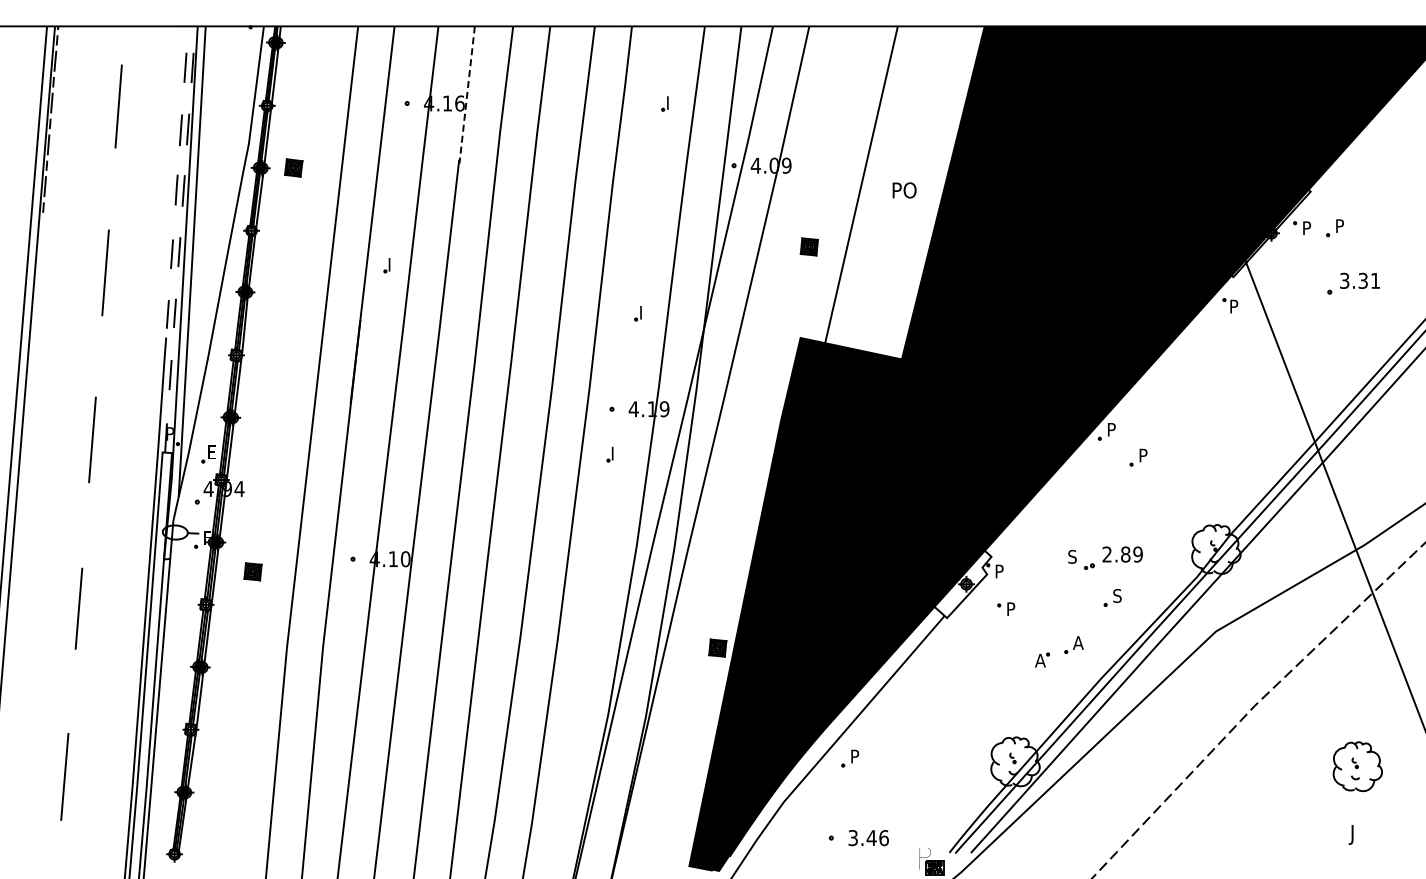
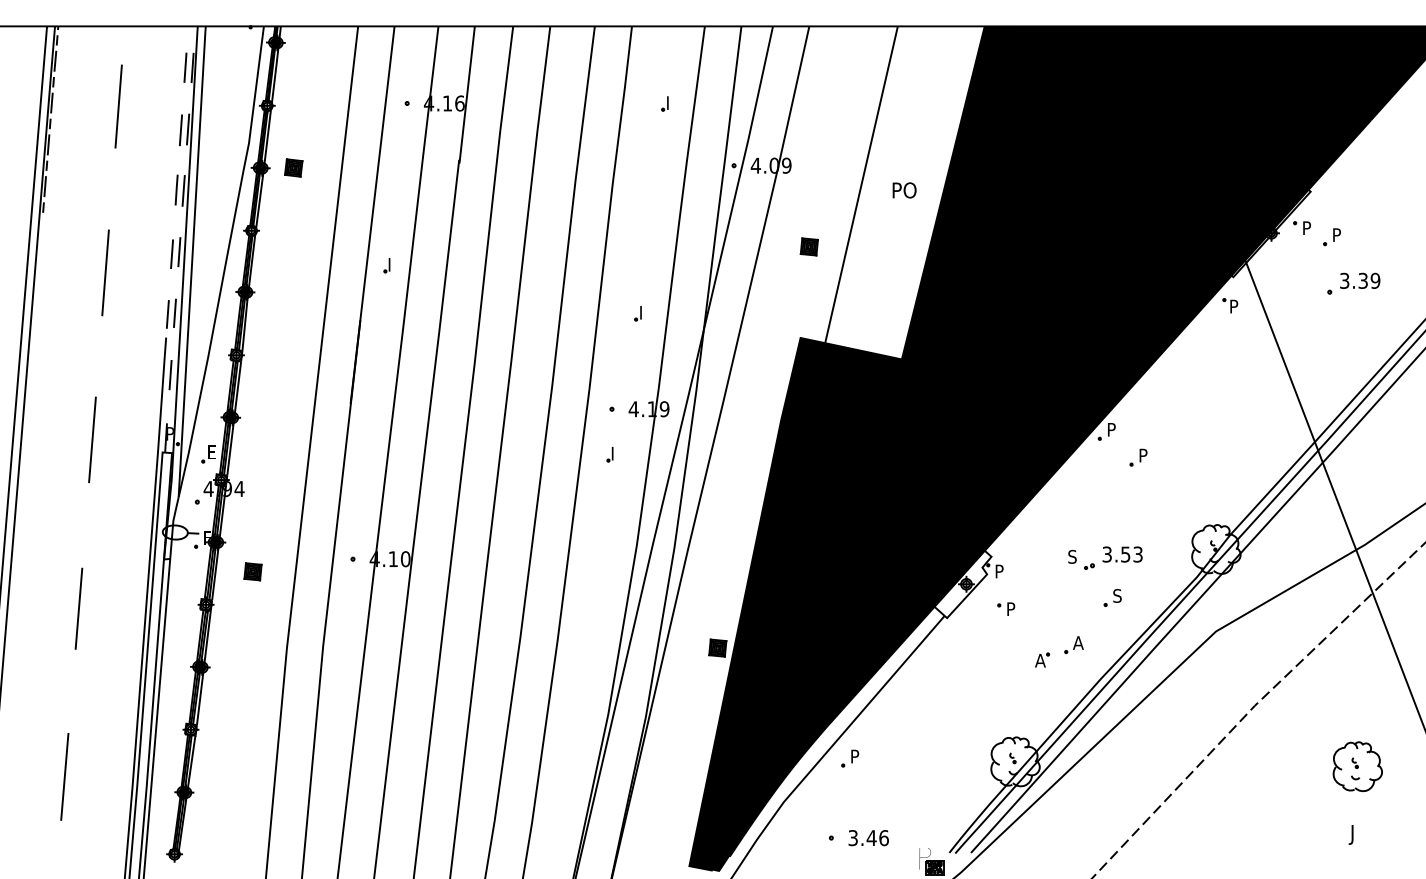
line at (467, 94): dashed -> solid
part at (1334, 228) position: (1334, 228) -> (1331, 237)
text at (1375, 280): 3.31 -> 3.39
text at (1122, 554): 2.89 -> 3.53
